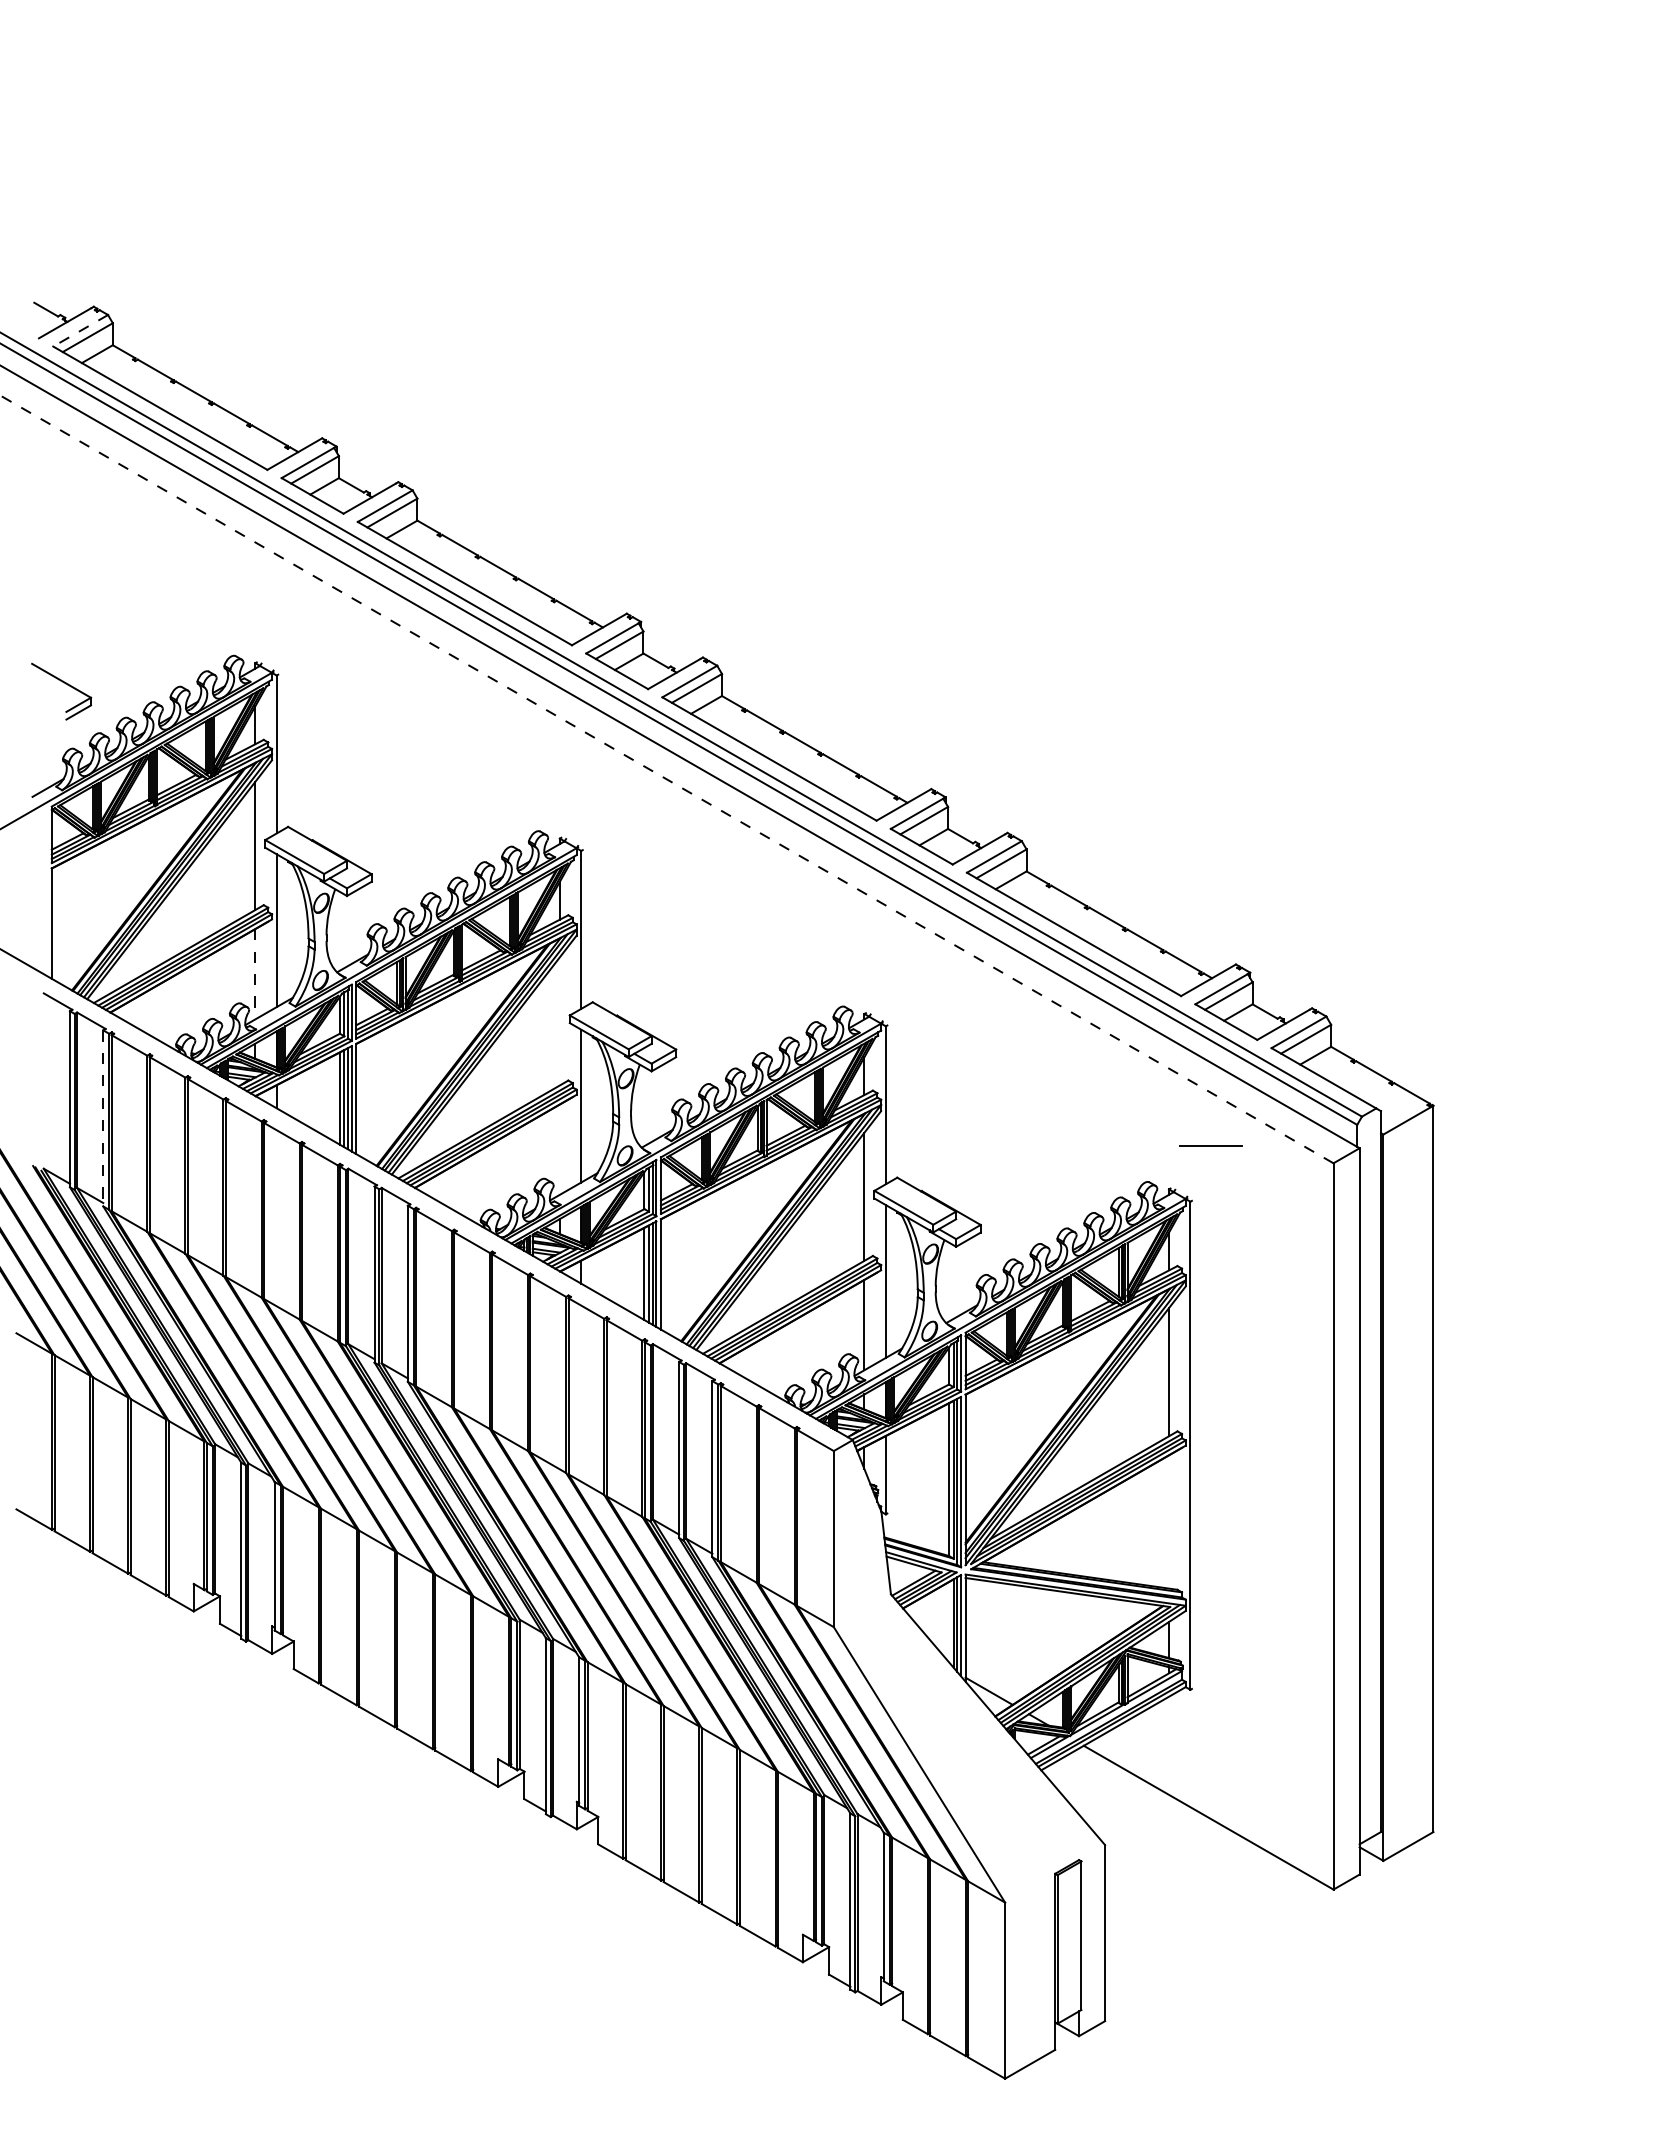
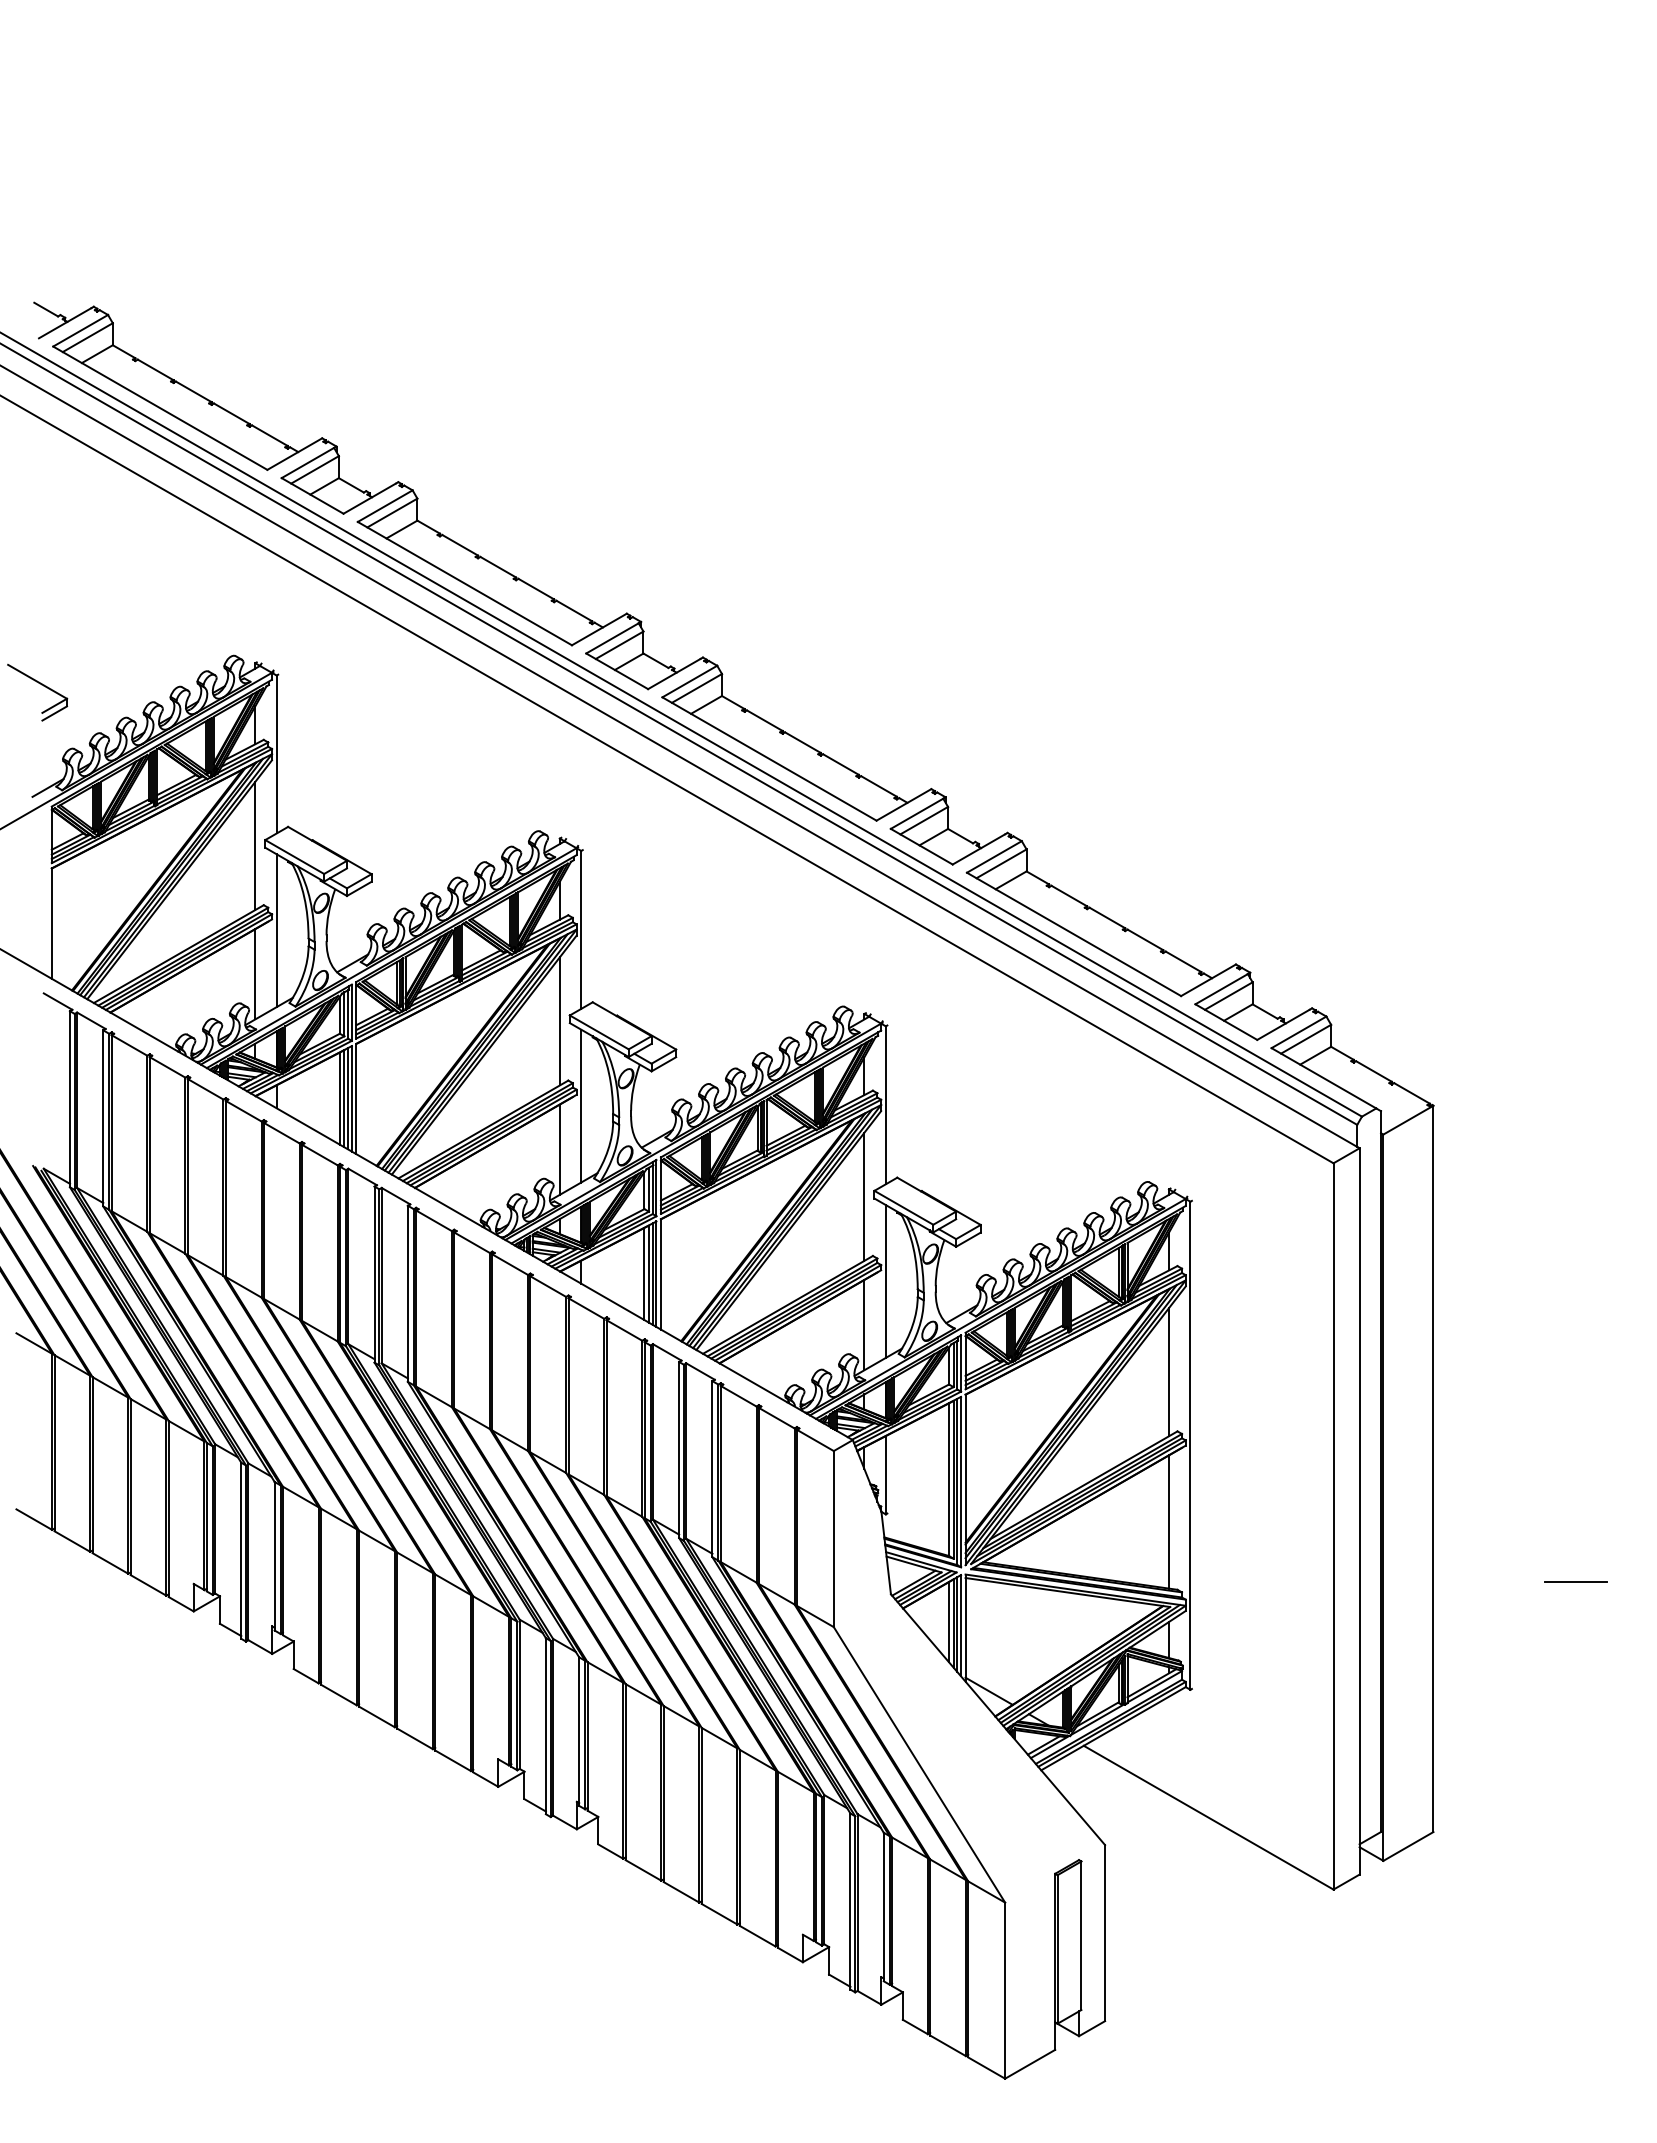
line at (80, 330): dashed -> solid
part at (65, 684) position: (65, 684) -> (41, 685)
line at (667, 779): dashed -> solid
line at (255, 974): dashed -> solid
line at (559, 1021): none -> present
line at (103, 1118): dashed -> solid
line at (1210, 1145) position: (1210, 1145) -> (1575, 1581)
line at (559, 1149): none -> present
line at (1169, 1521): none -> present
line at (949, 1621): none -> present
